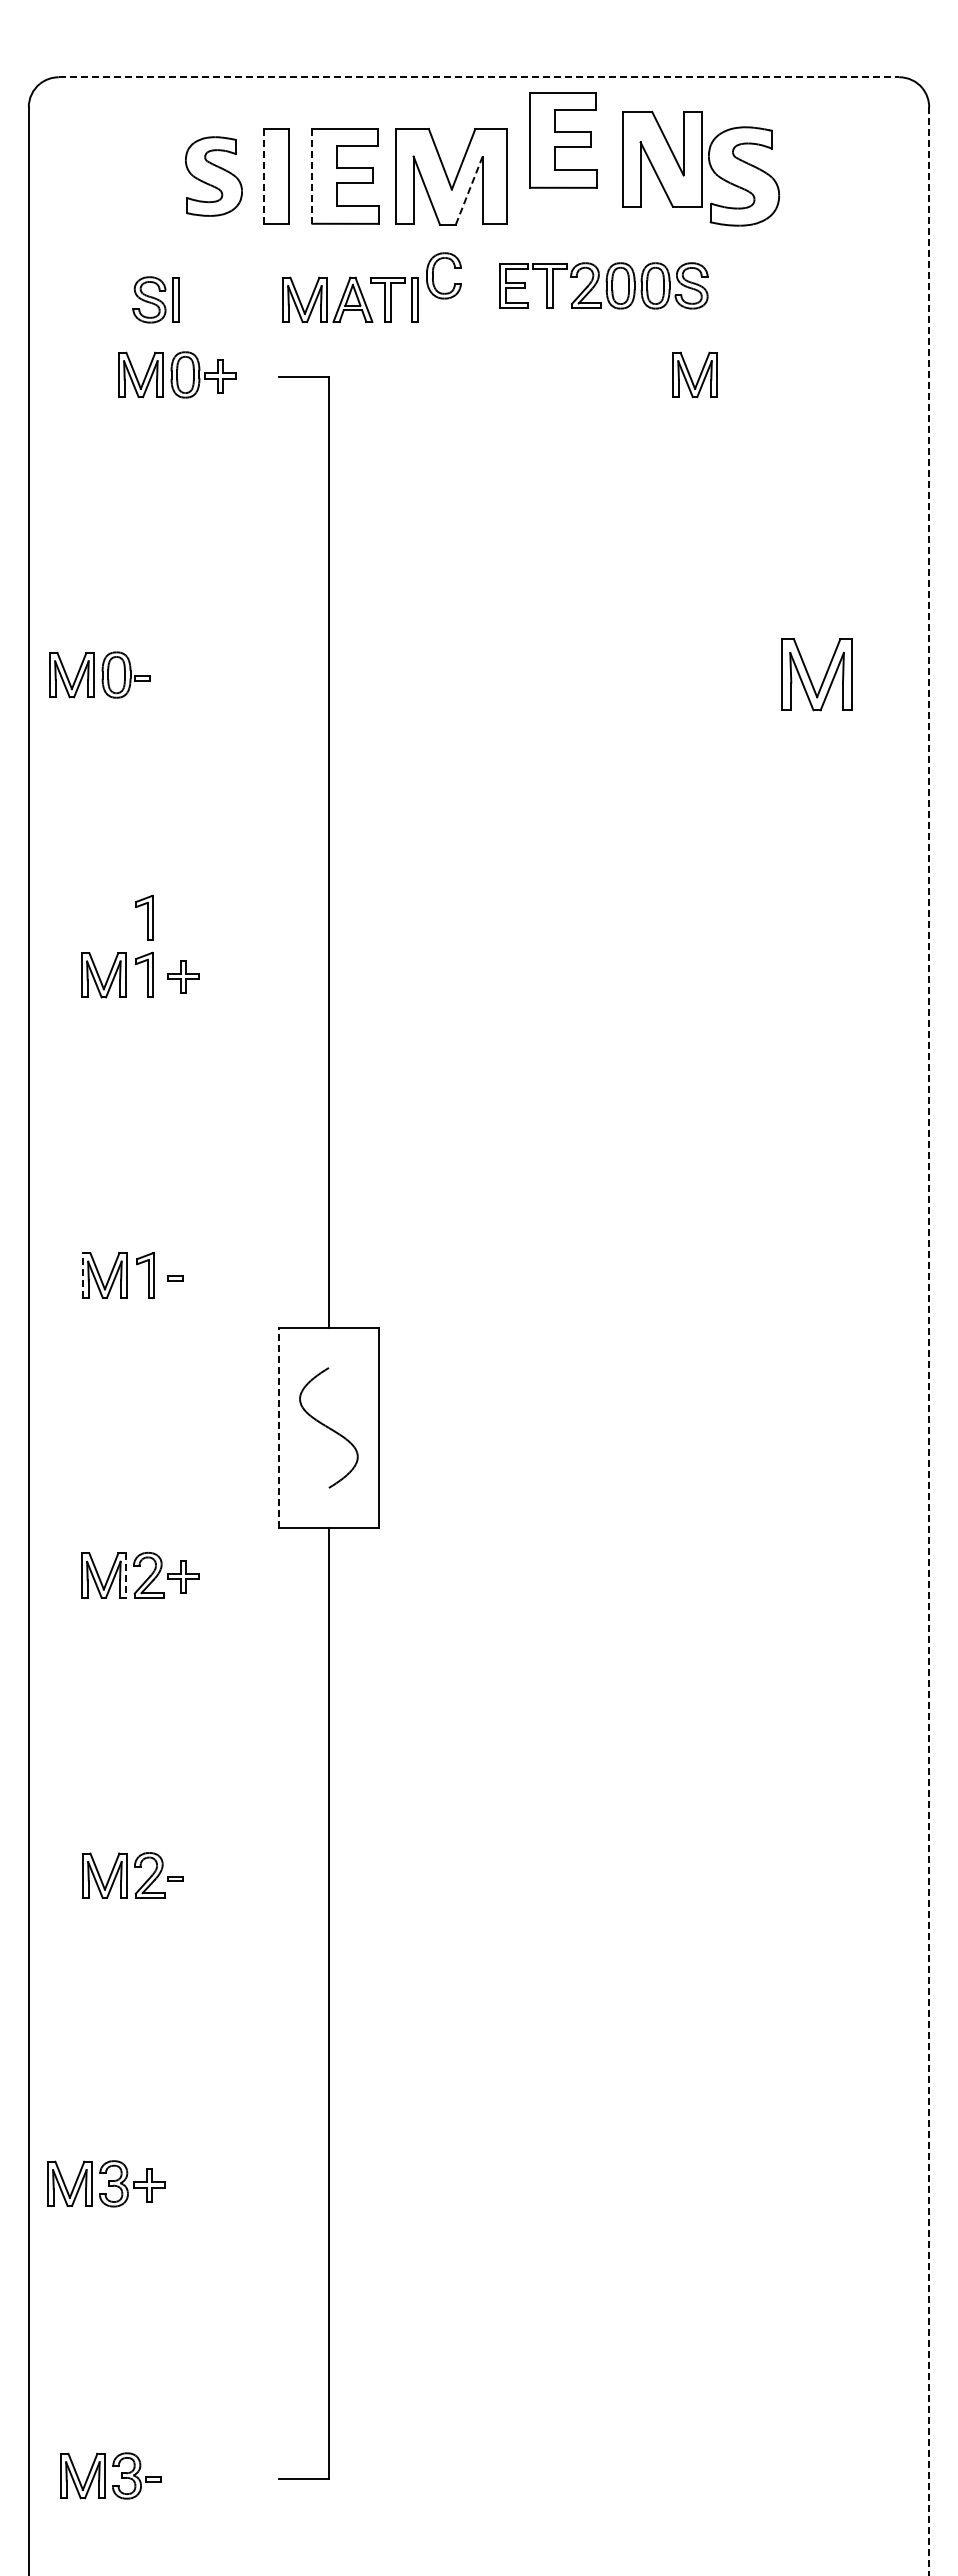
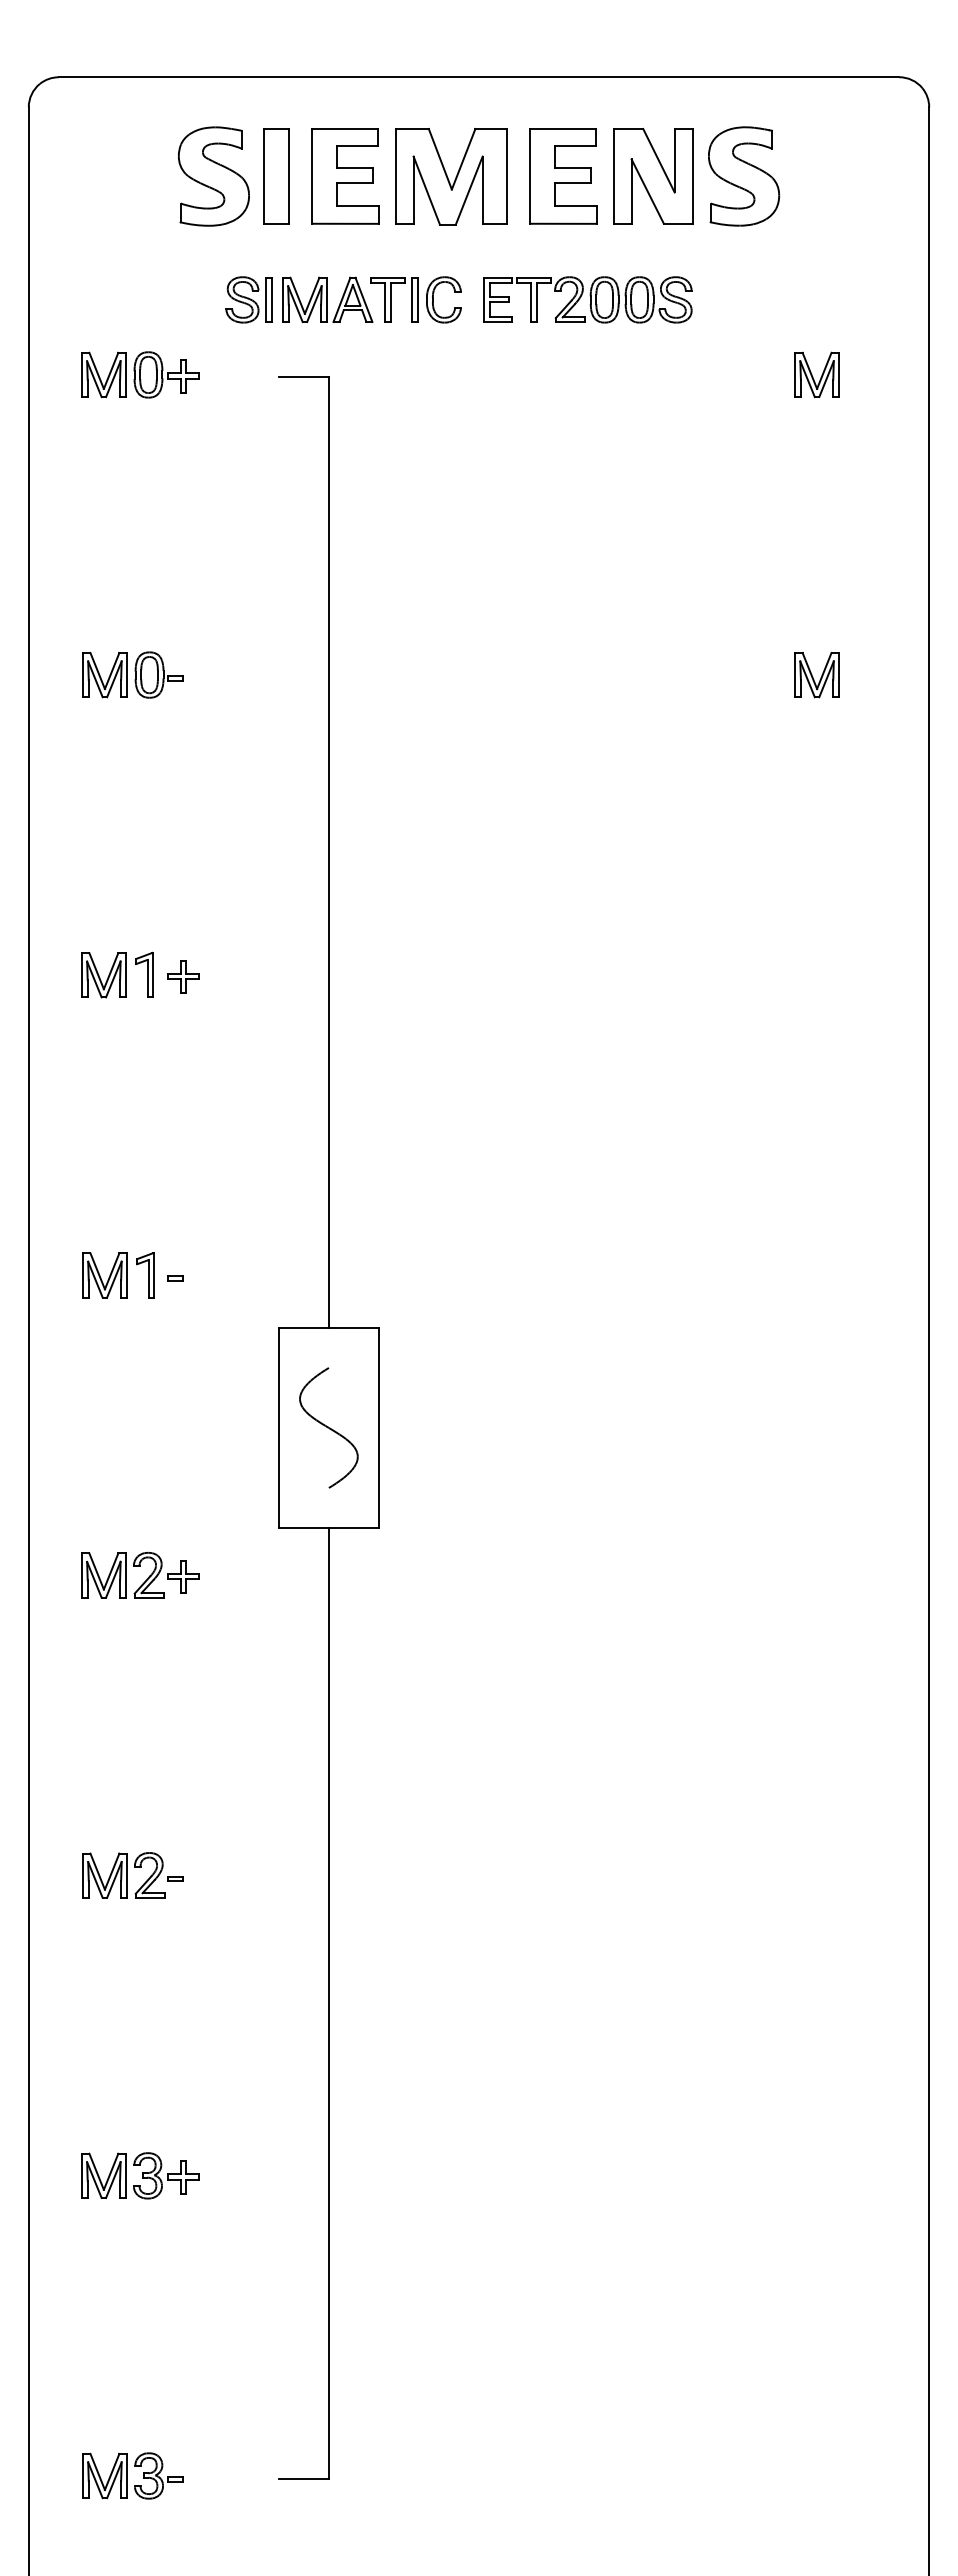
line at (479, 77): dashed -> solid
part at (563, 140) position: (563, 140) -> (563, 176)
part at (662, 158) position: (662, 158) -> (653, 175)
line at (263, 175): dashed -> solid
line at (312, 175): dashed -> solid
part at (213, 176) size: 58x81 px -> 72x101 px
line at (469, 190): dashed -> solid
part at (433, 275) position: (433, 275) -> (433, 299)
part at (603, 285) position: (603, 285) -> (587, 299)
part at (155, 299) position: (155, 299) -> (248, 299)
part at (177, 374) position: (177, 374) -> (140, 374)
part at (694, 374) position: (694, 374) -> (816, 374)
part at (99, 674) position: (99, 674) -> (132, 674)
part at (816, 674) size: 72x74 px -> 46x47 px
part at (144, 917): present -> none
line at (82, 1274): dashed -> solid
line at (929, 1341): dashed -> solid
line at (278, 1427): dashed -> solid
line at (125, 1576): dashed -> solid
part at (106, 2183) position: (106, 2183) -> (140, 2175)
part at (110, 2475) position: (110, 2475) -> (132, 2475)
